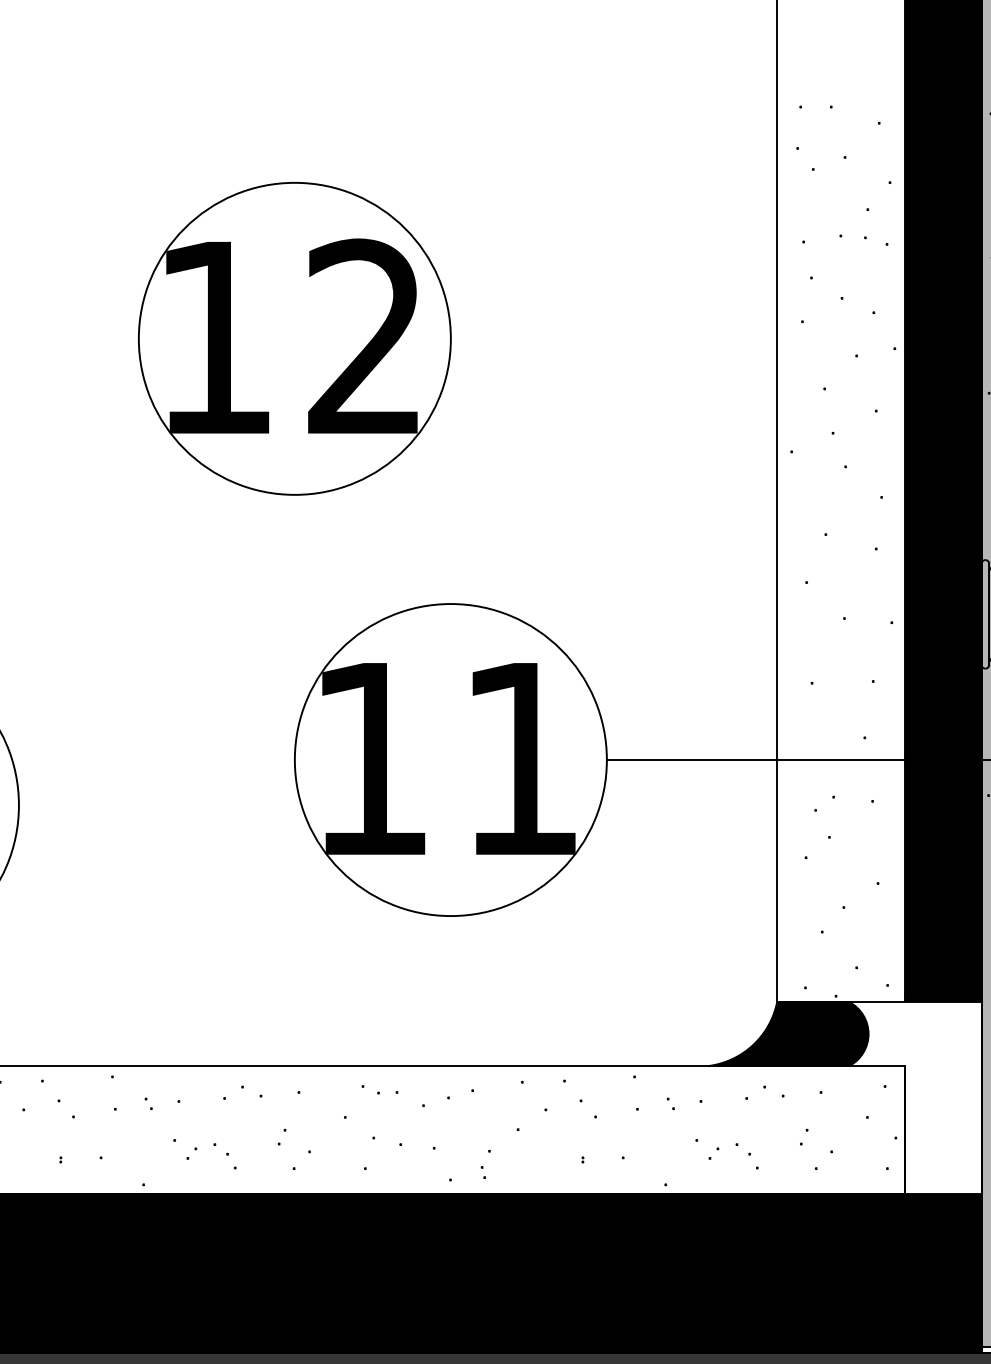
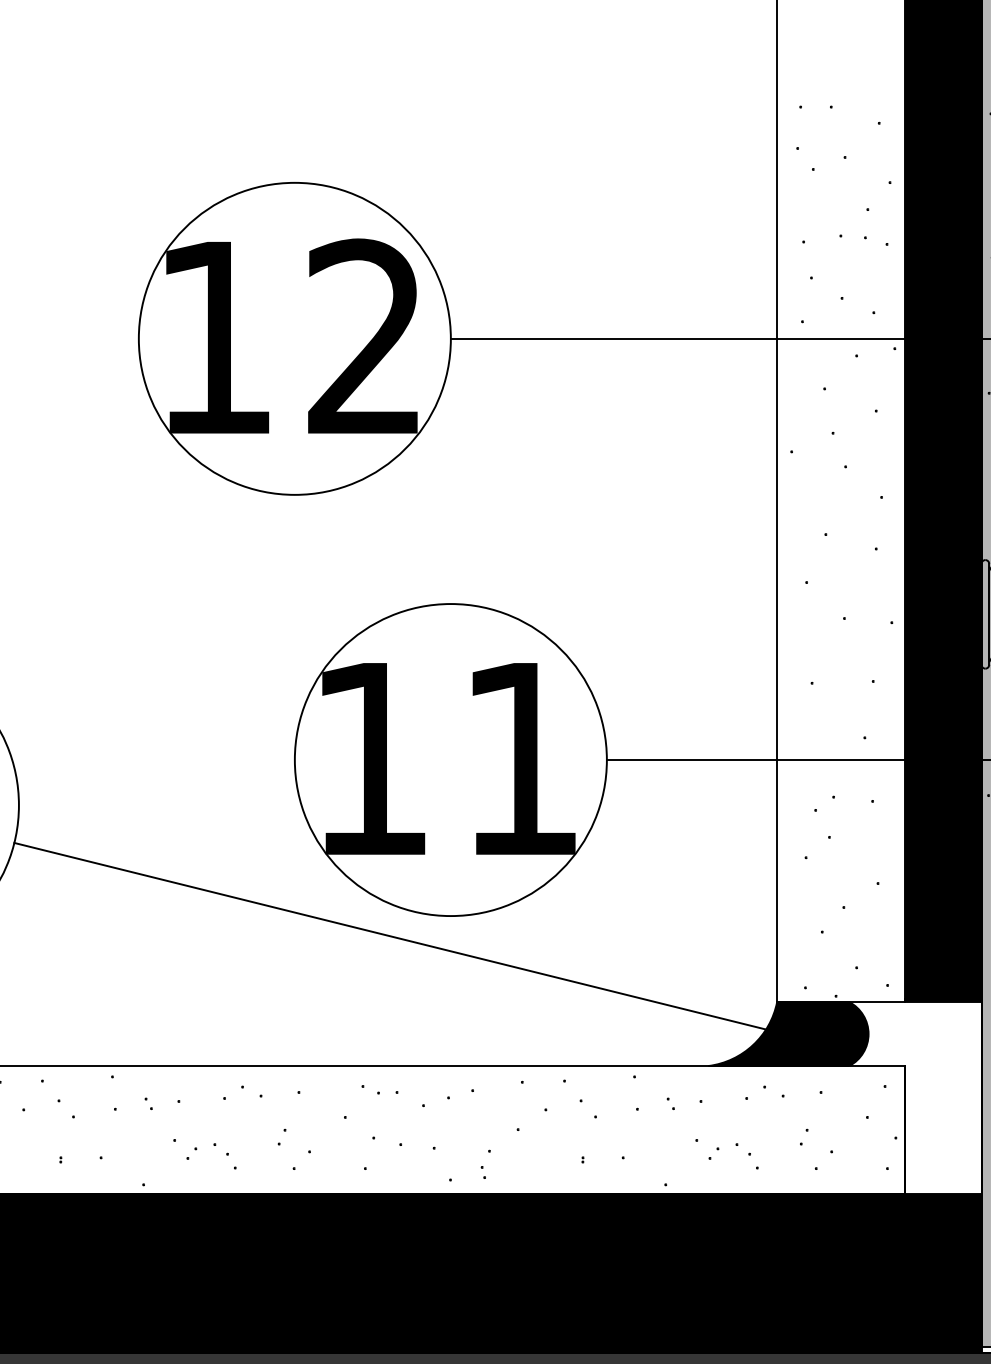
line at (718, 338): none -> present
line at (404, 939): none -> present
